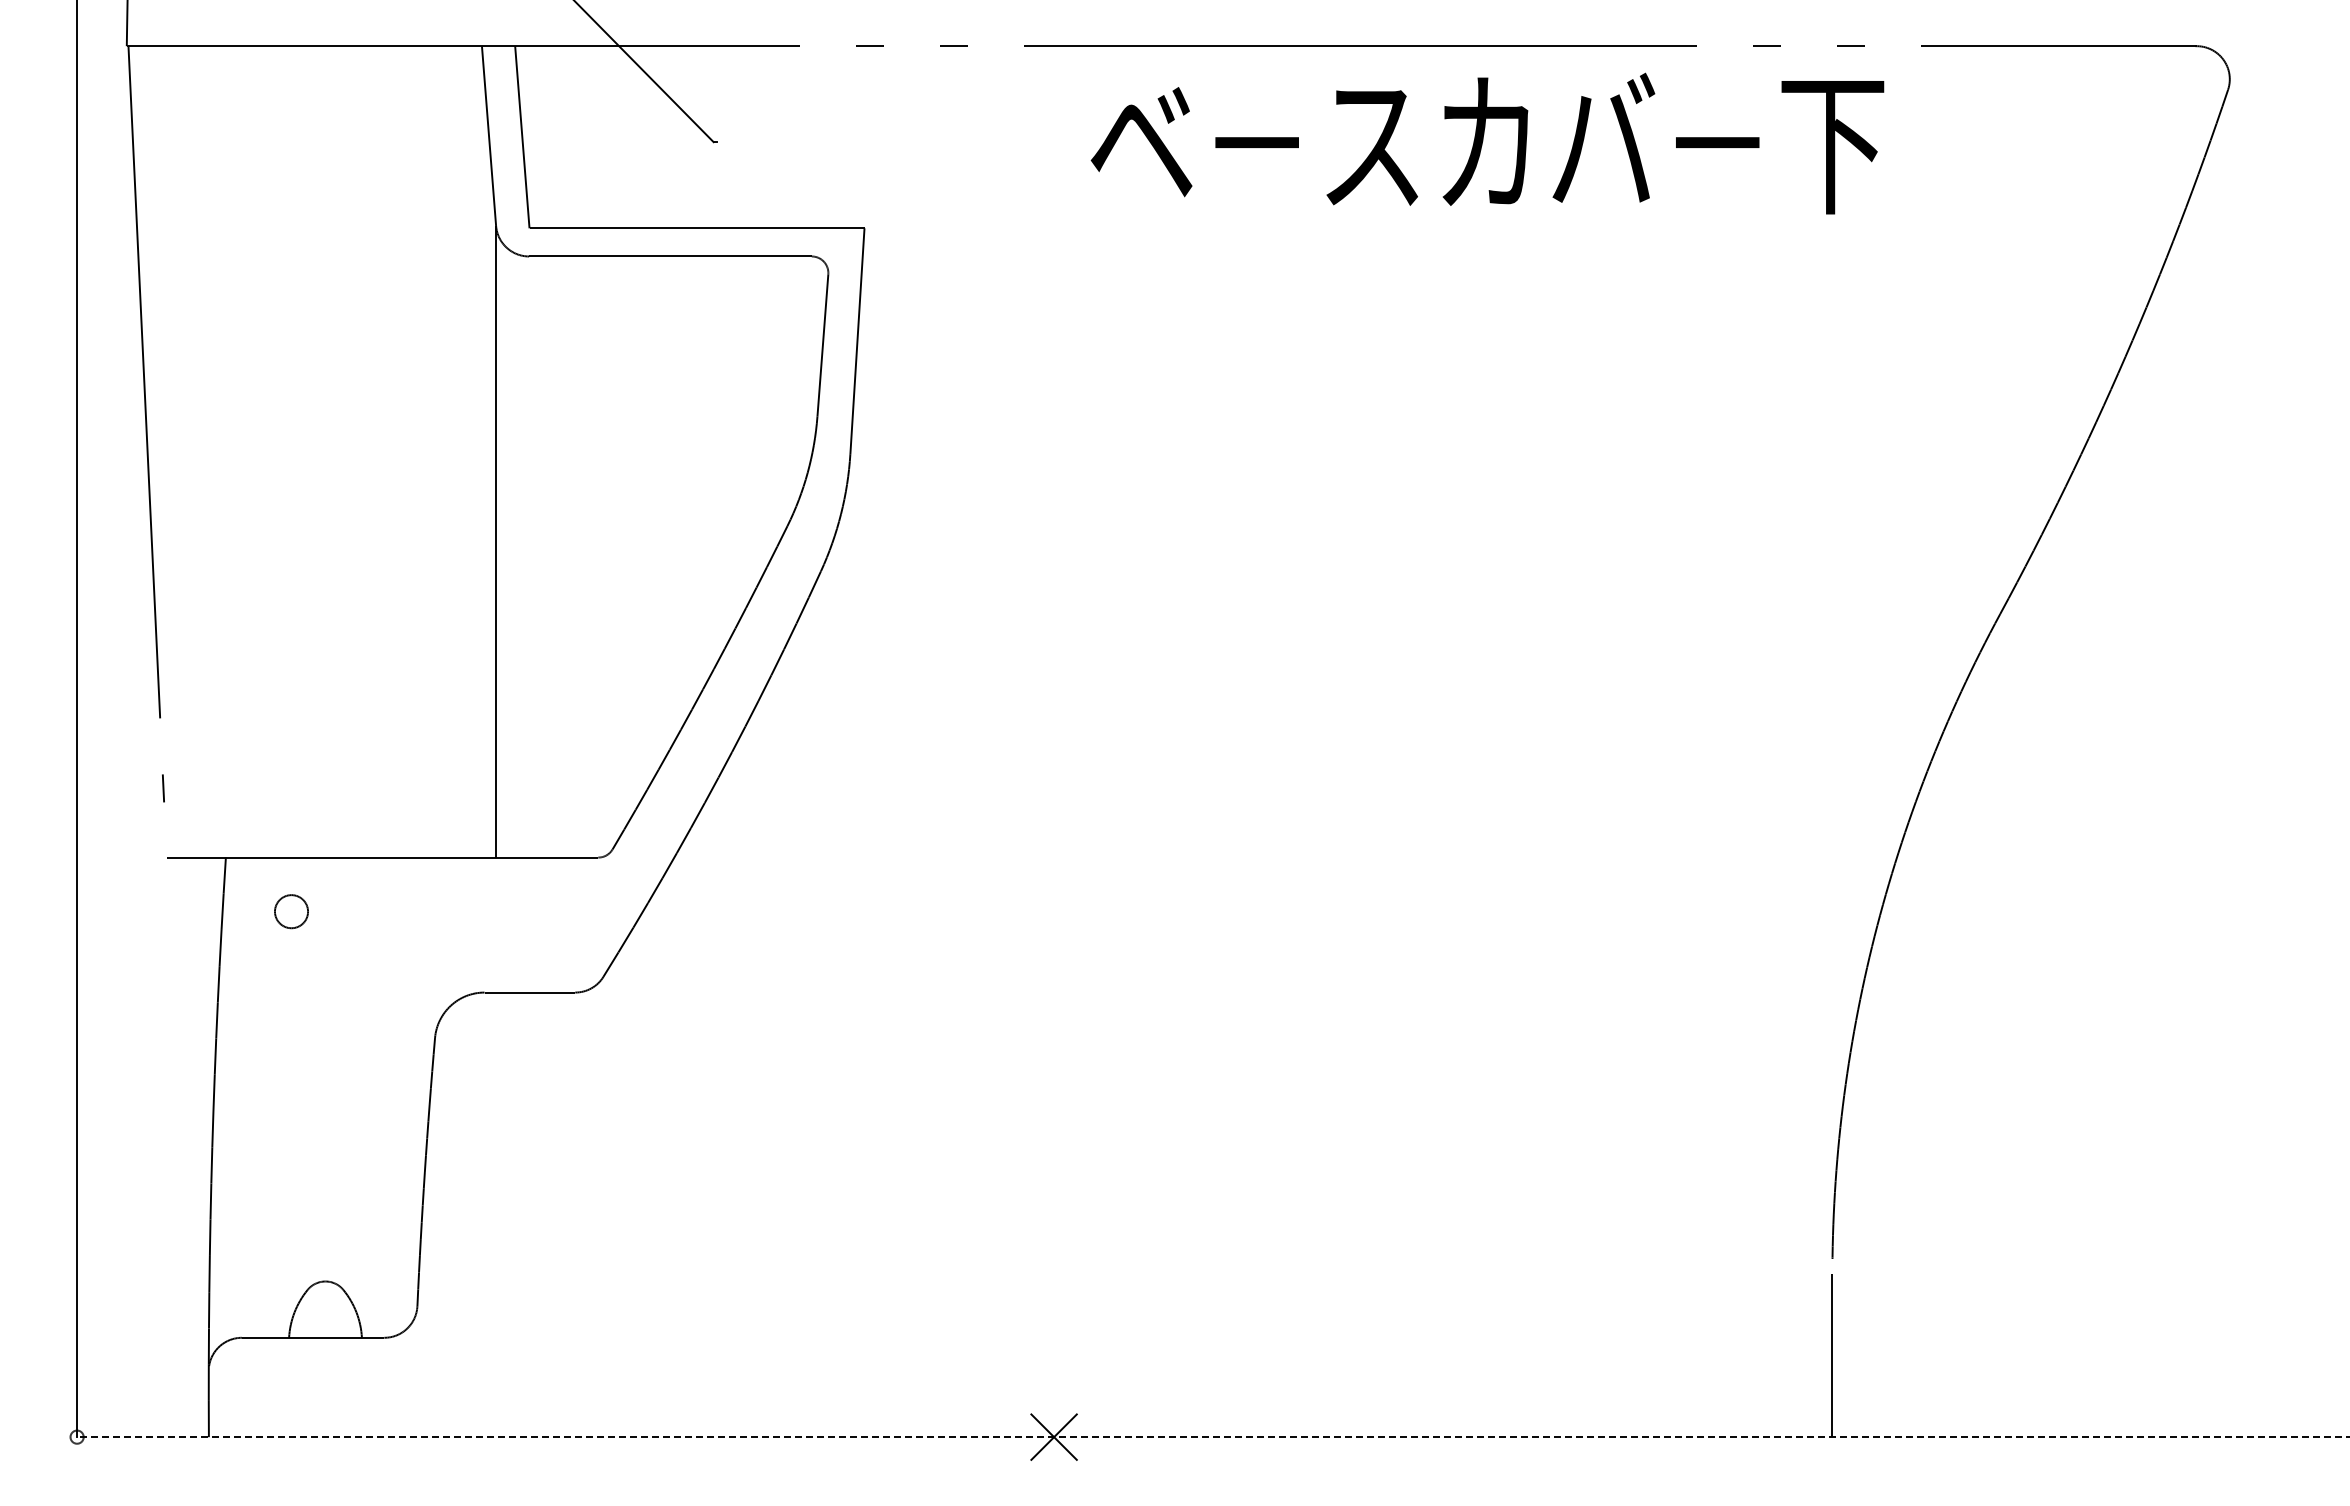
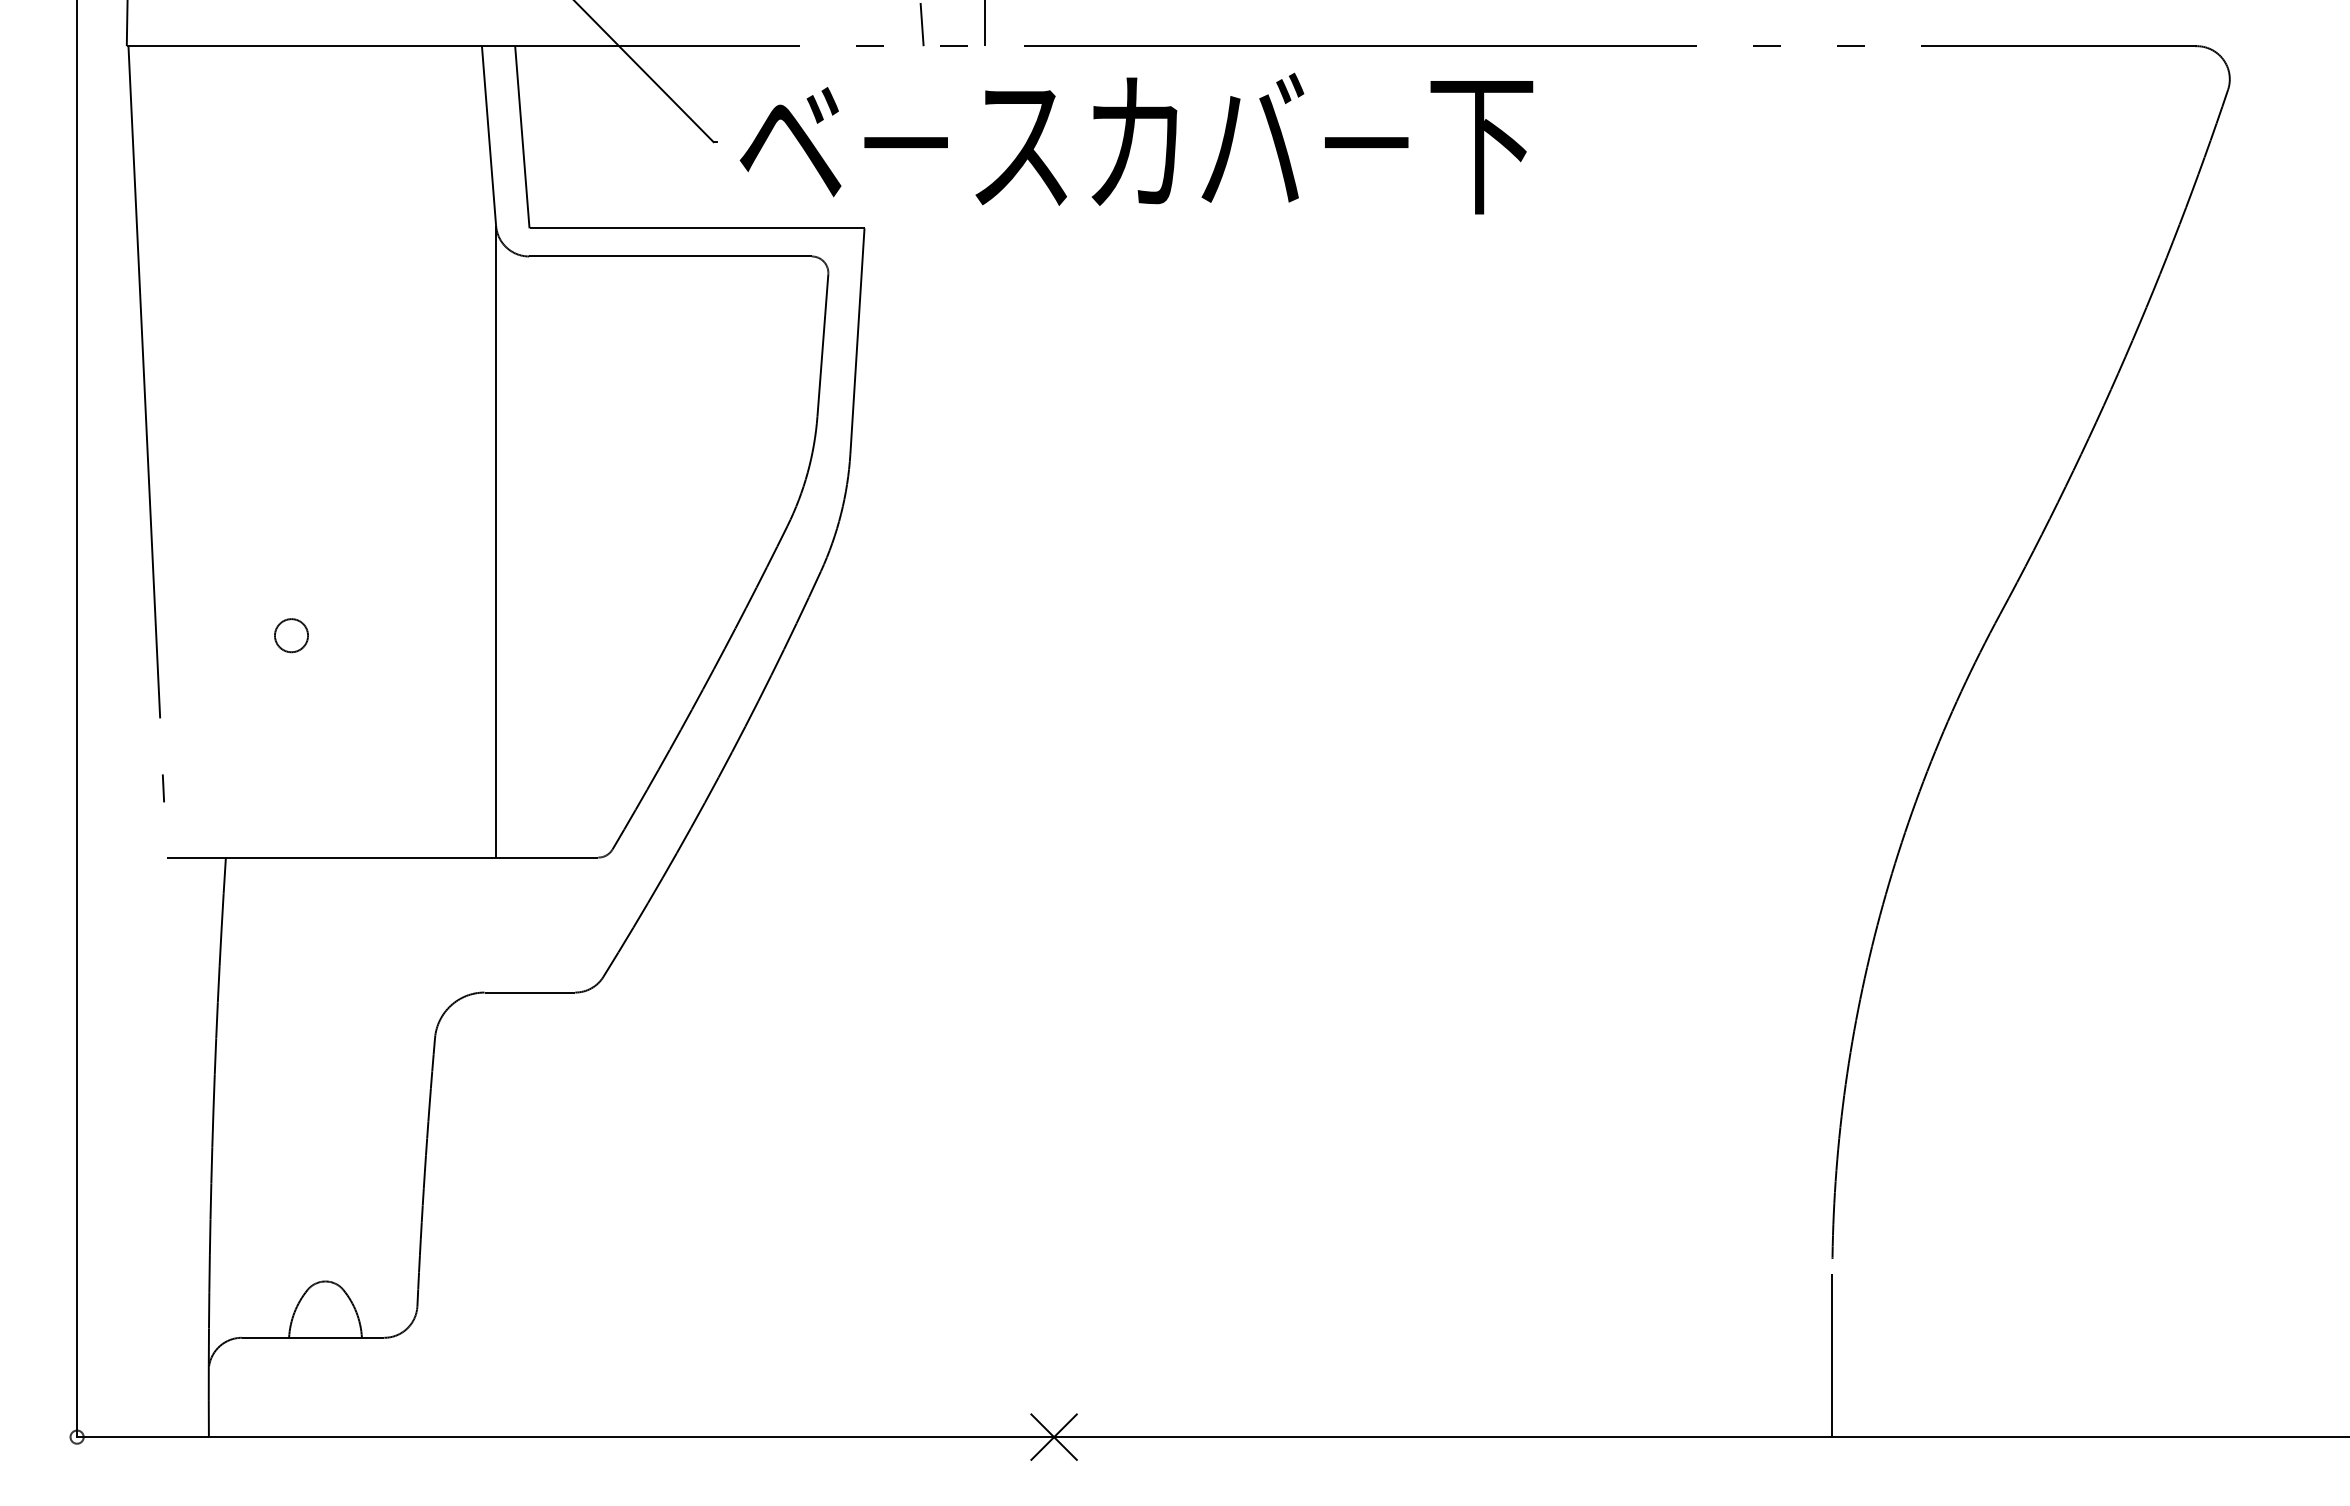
line at (921, 24): none -> present
line at (985, 24): none -> present
text at (1487, 143) position: (1487, 143) -> (1136, 143)
part at (291, 911) position: (291, 911) -> (291, 635)
line at (1213, 1437): dashed -> solid
